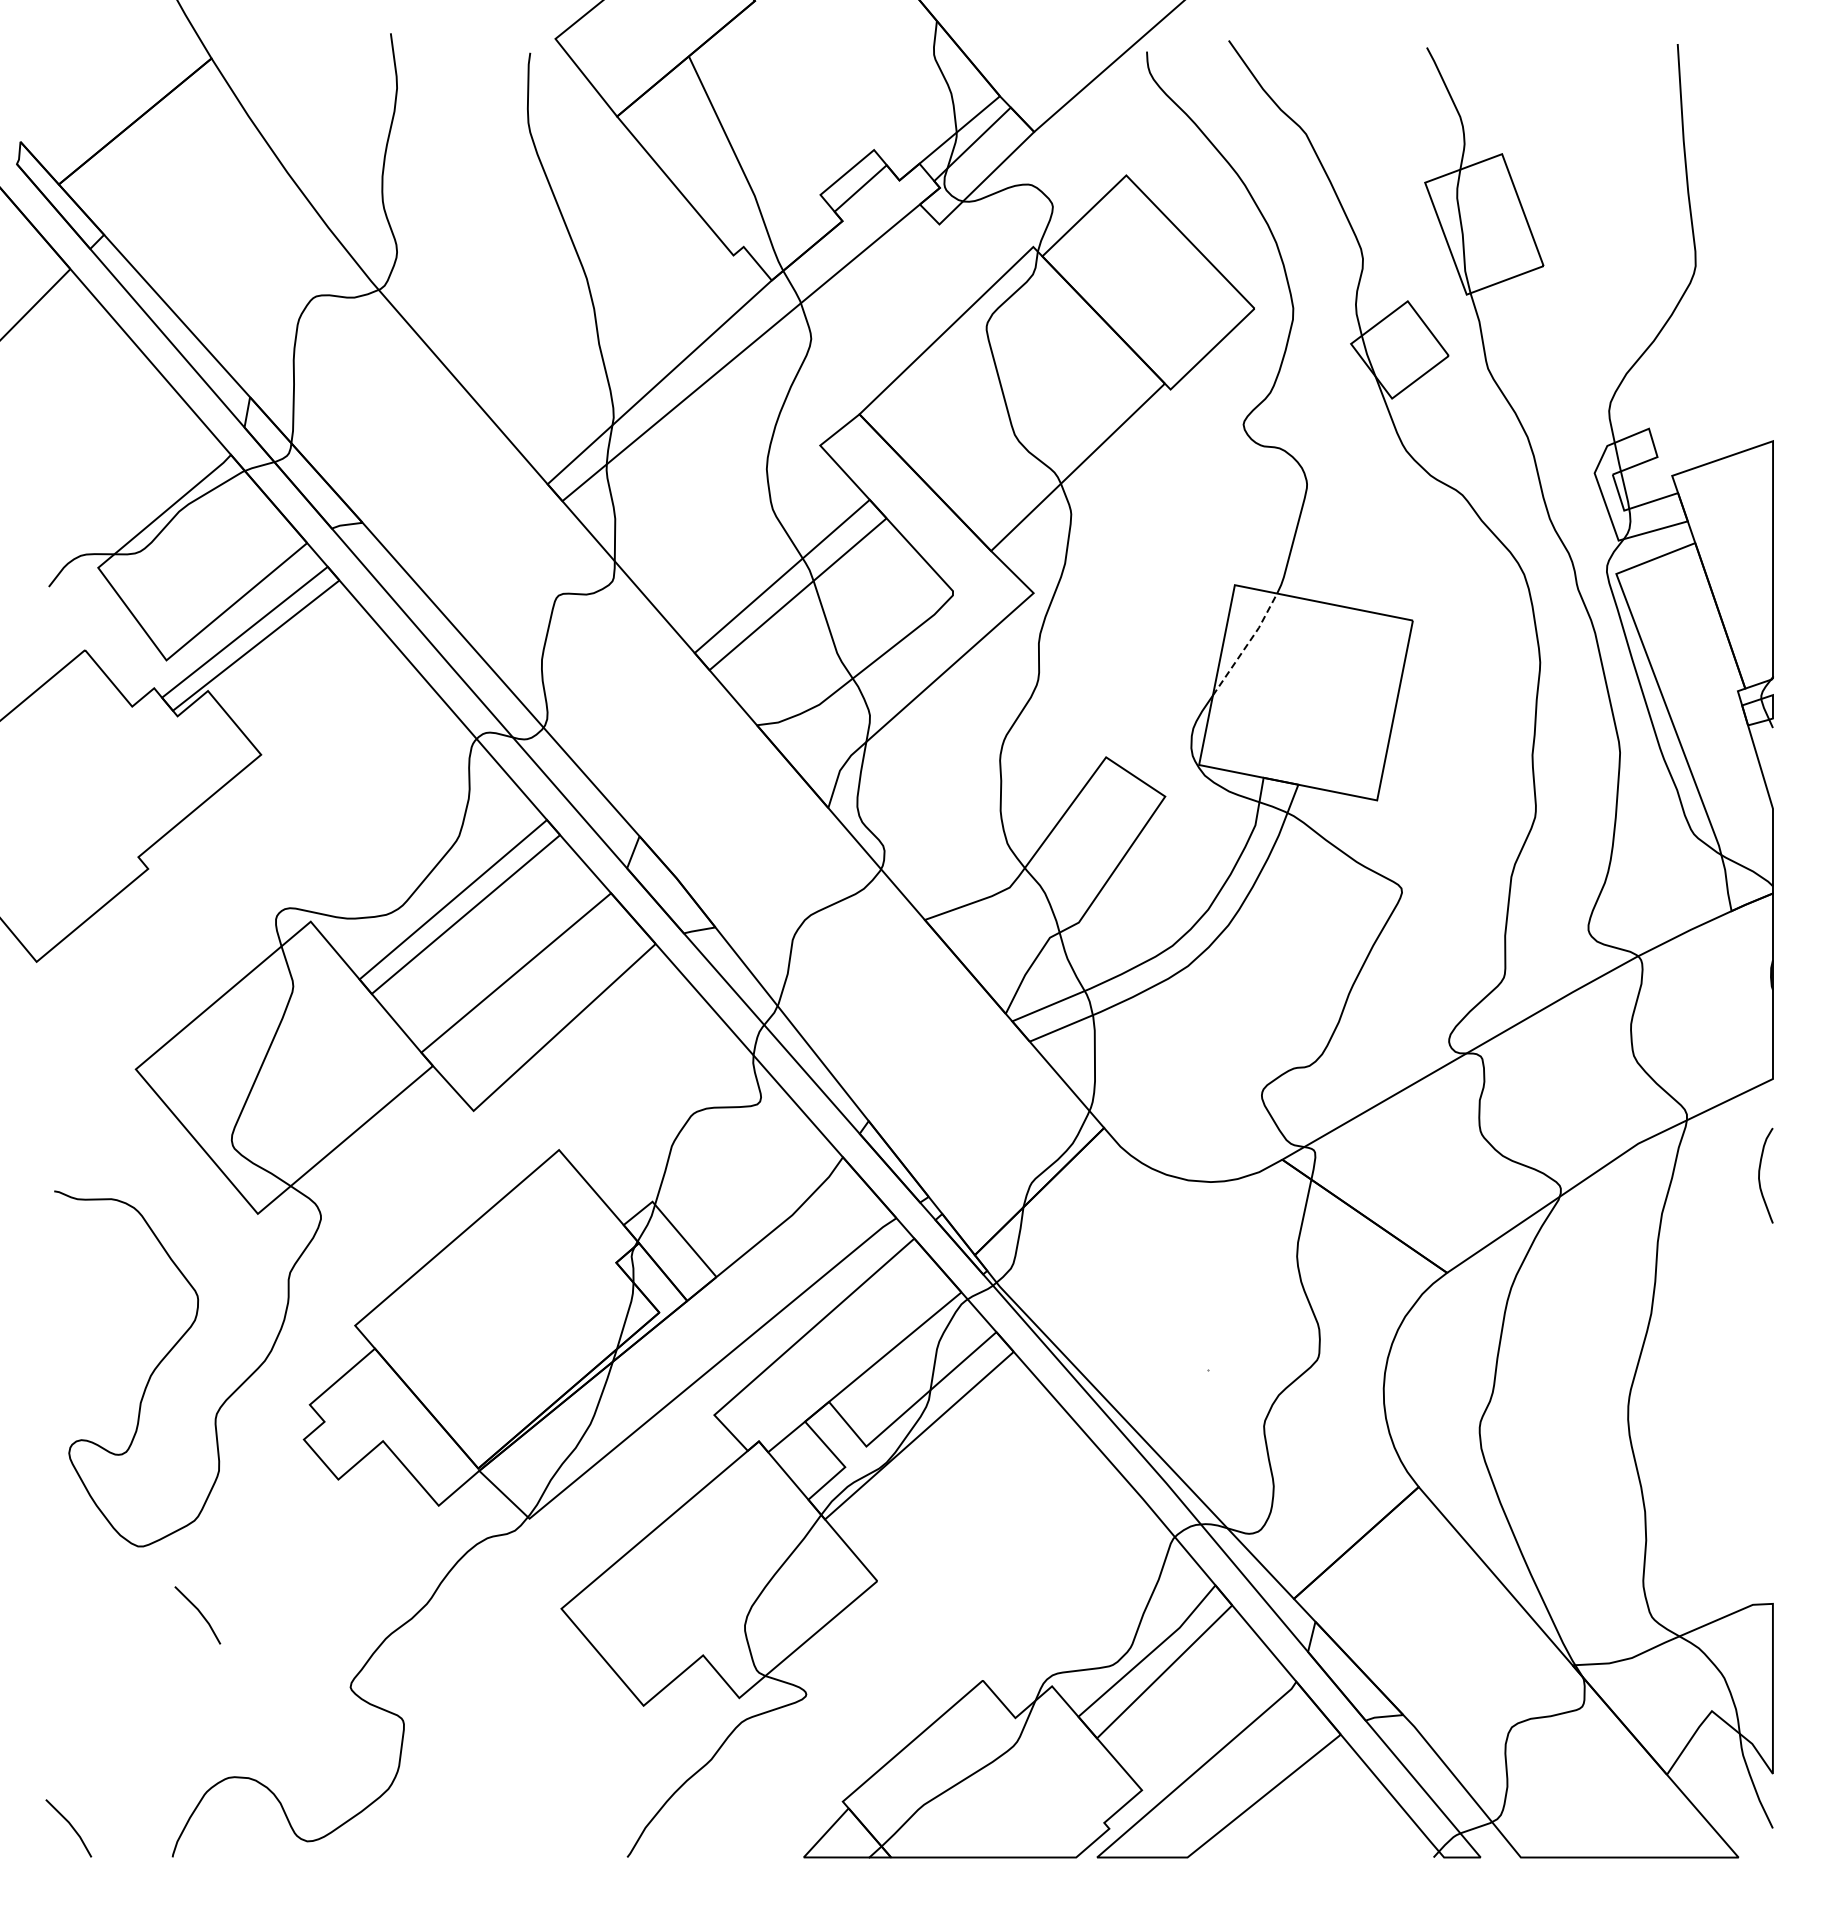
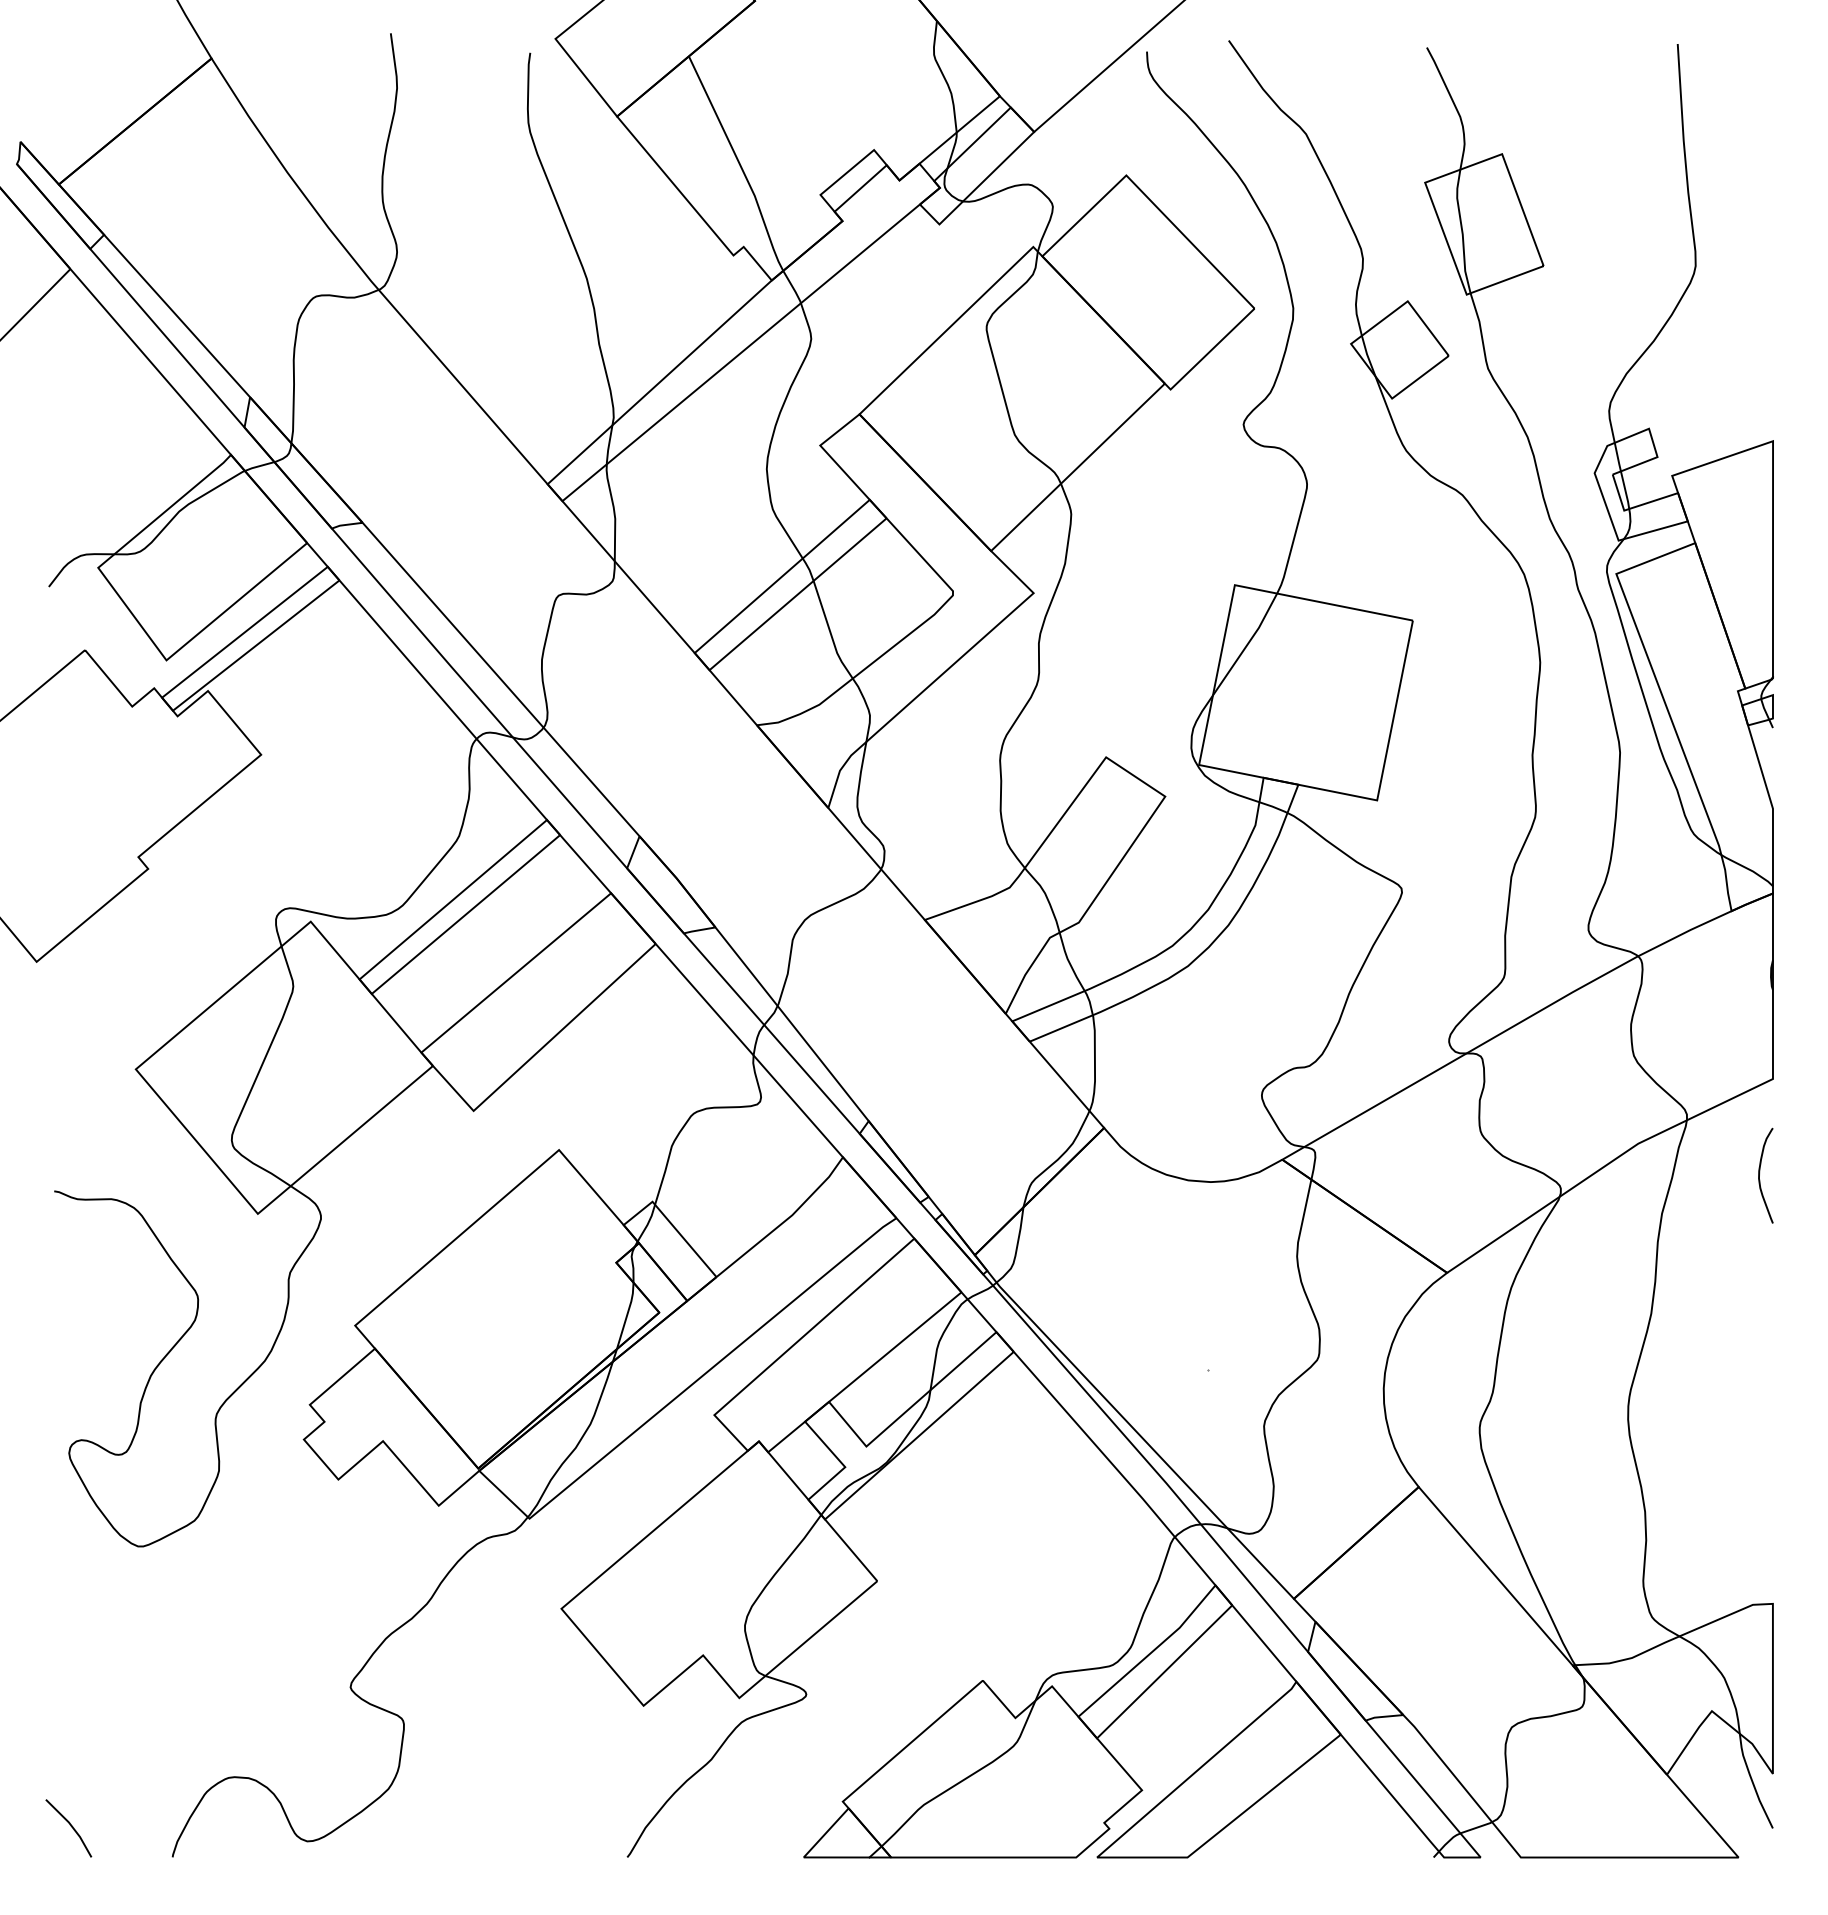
line at (1247, 645): dashed -> solid
line at (199, 1613): present -> none
